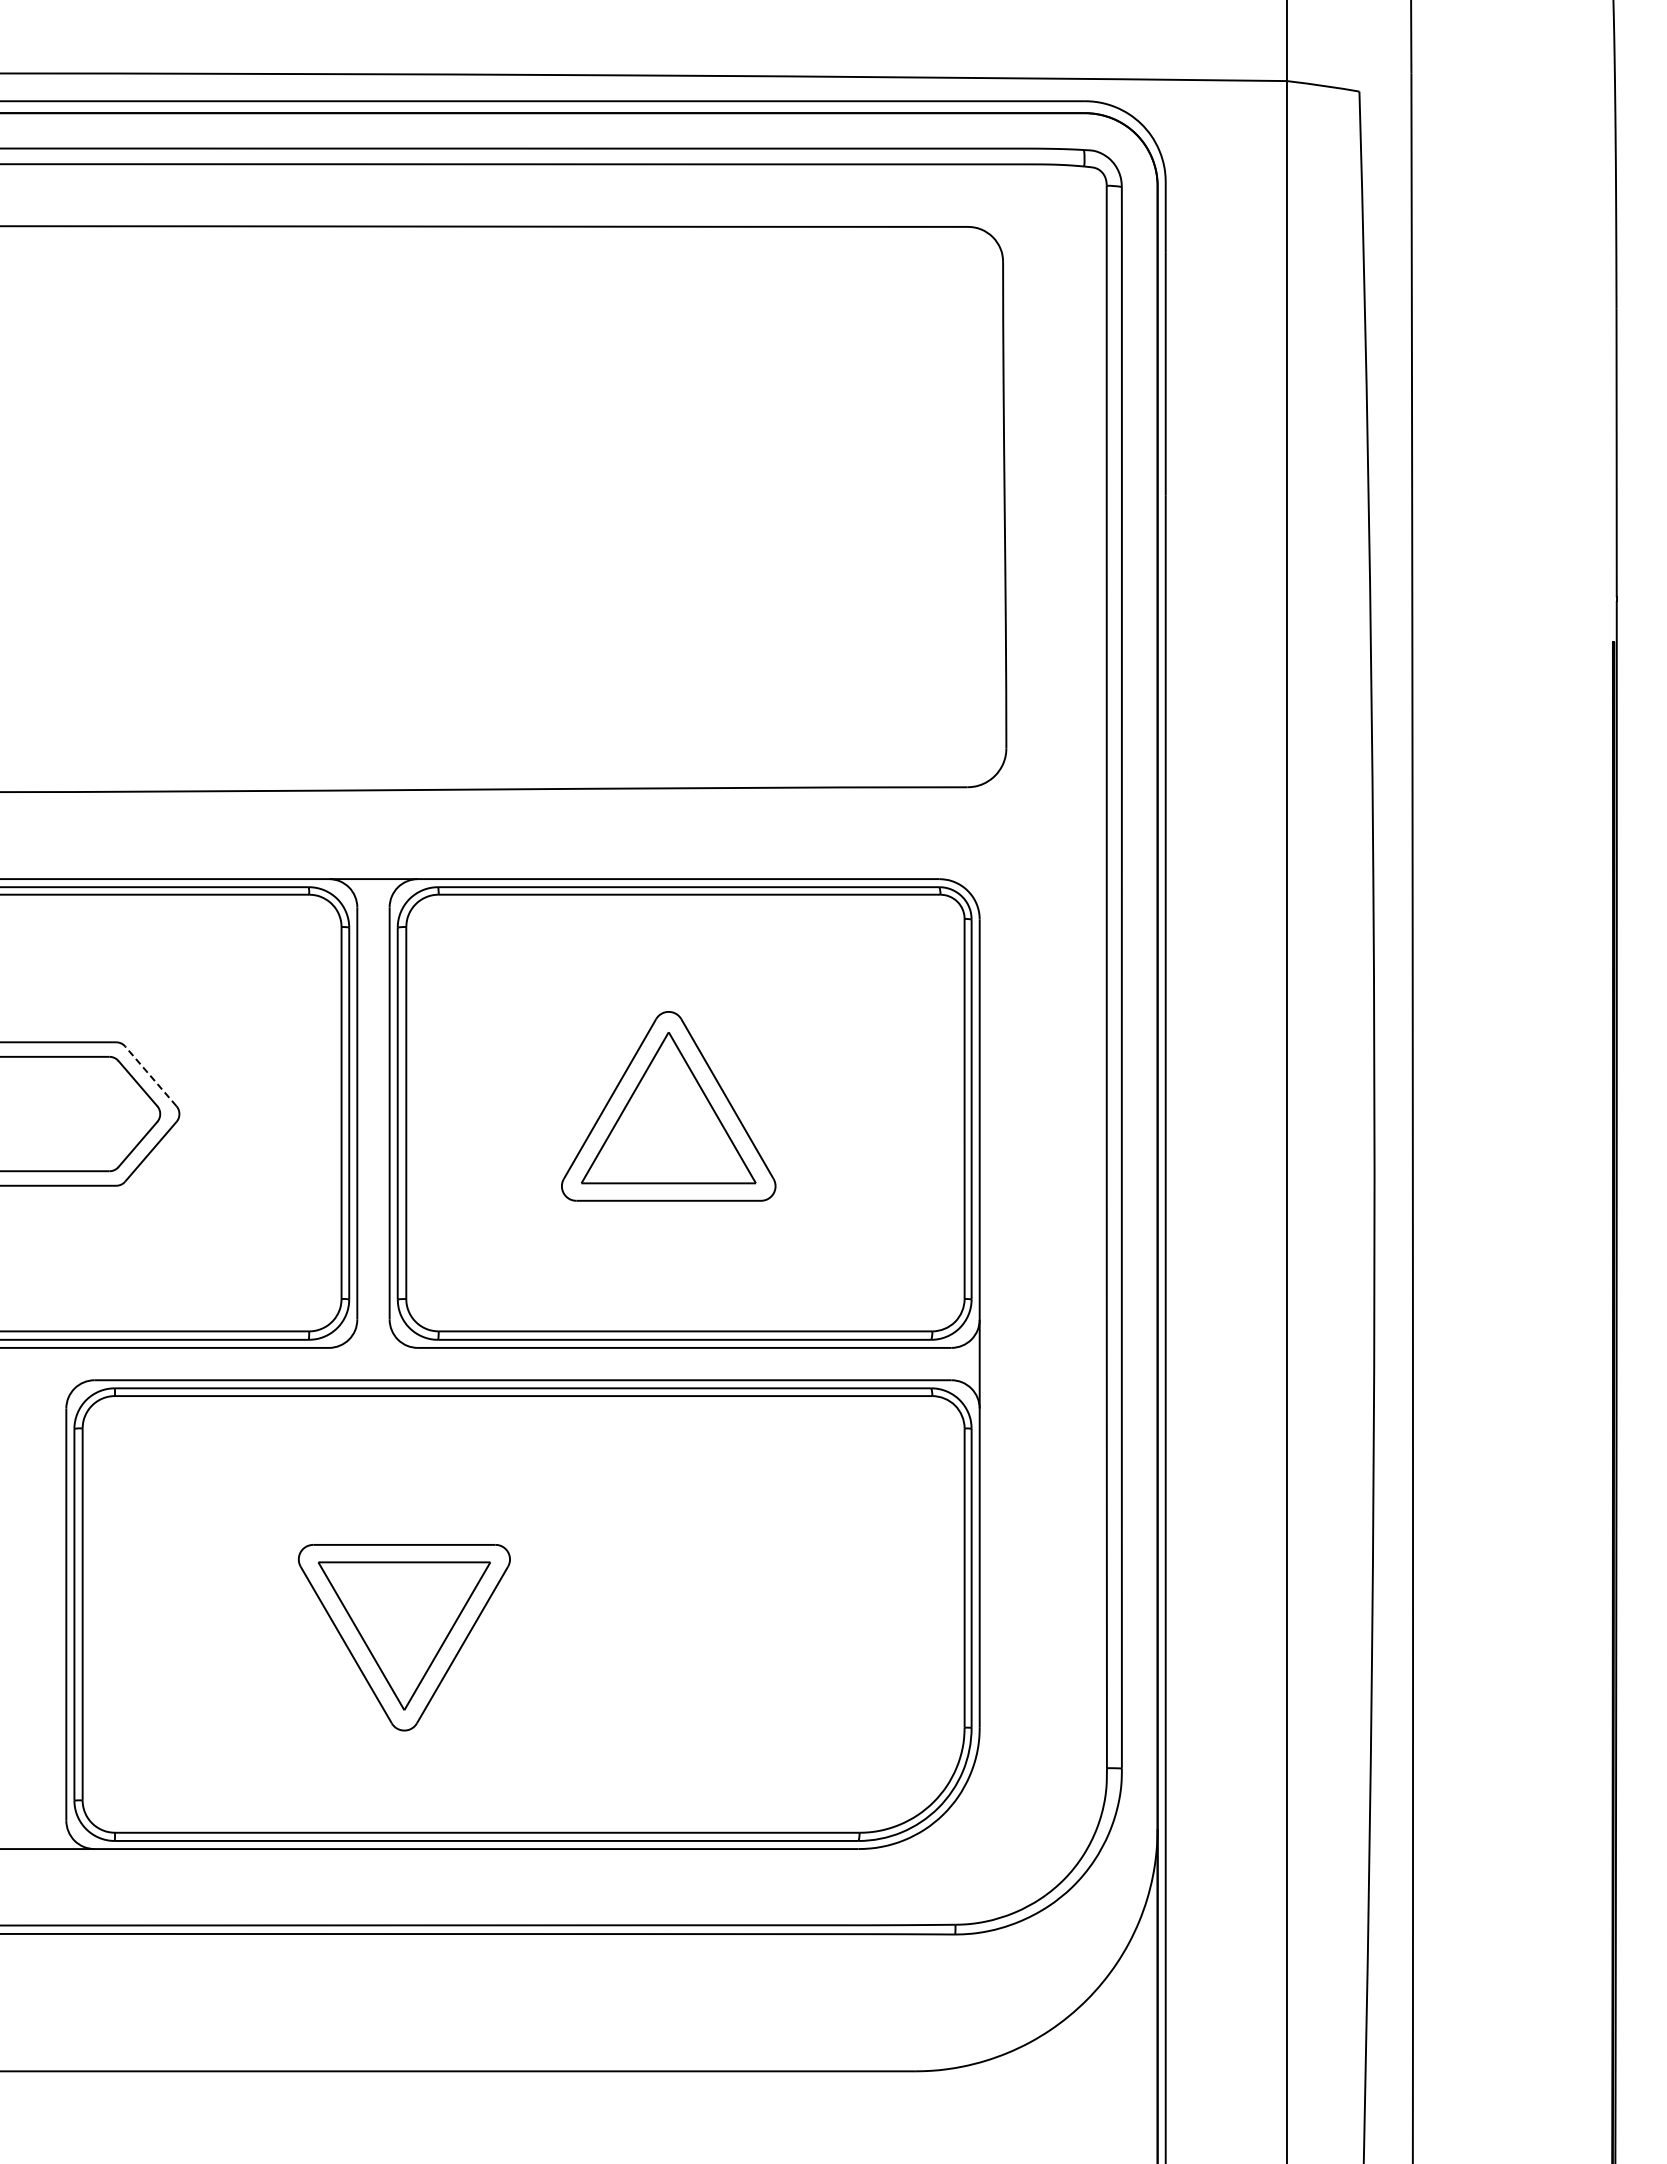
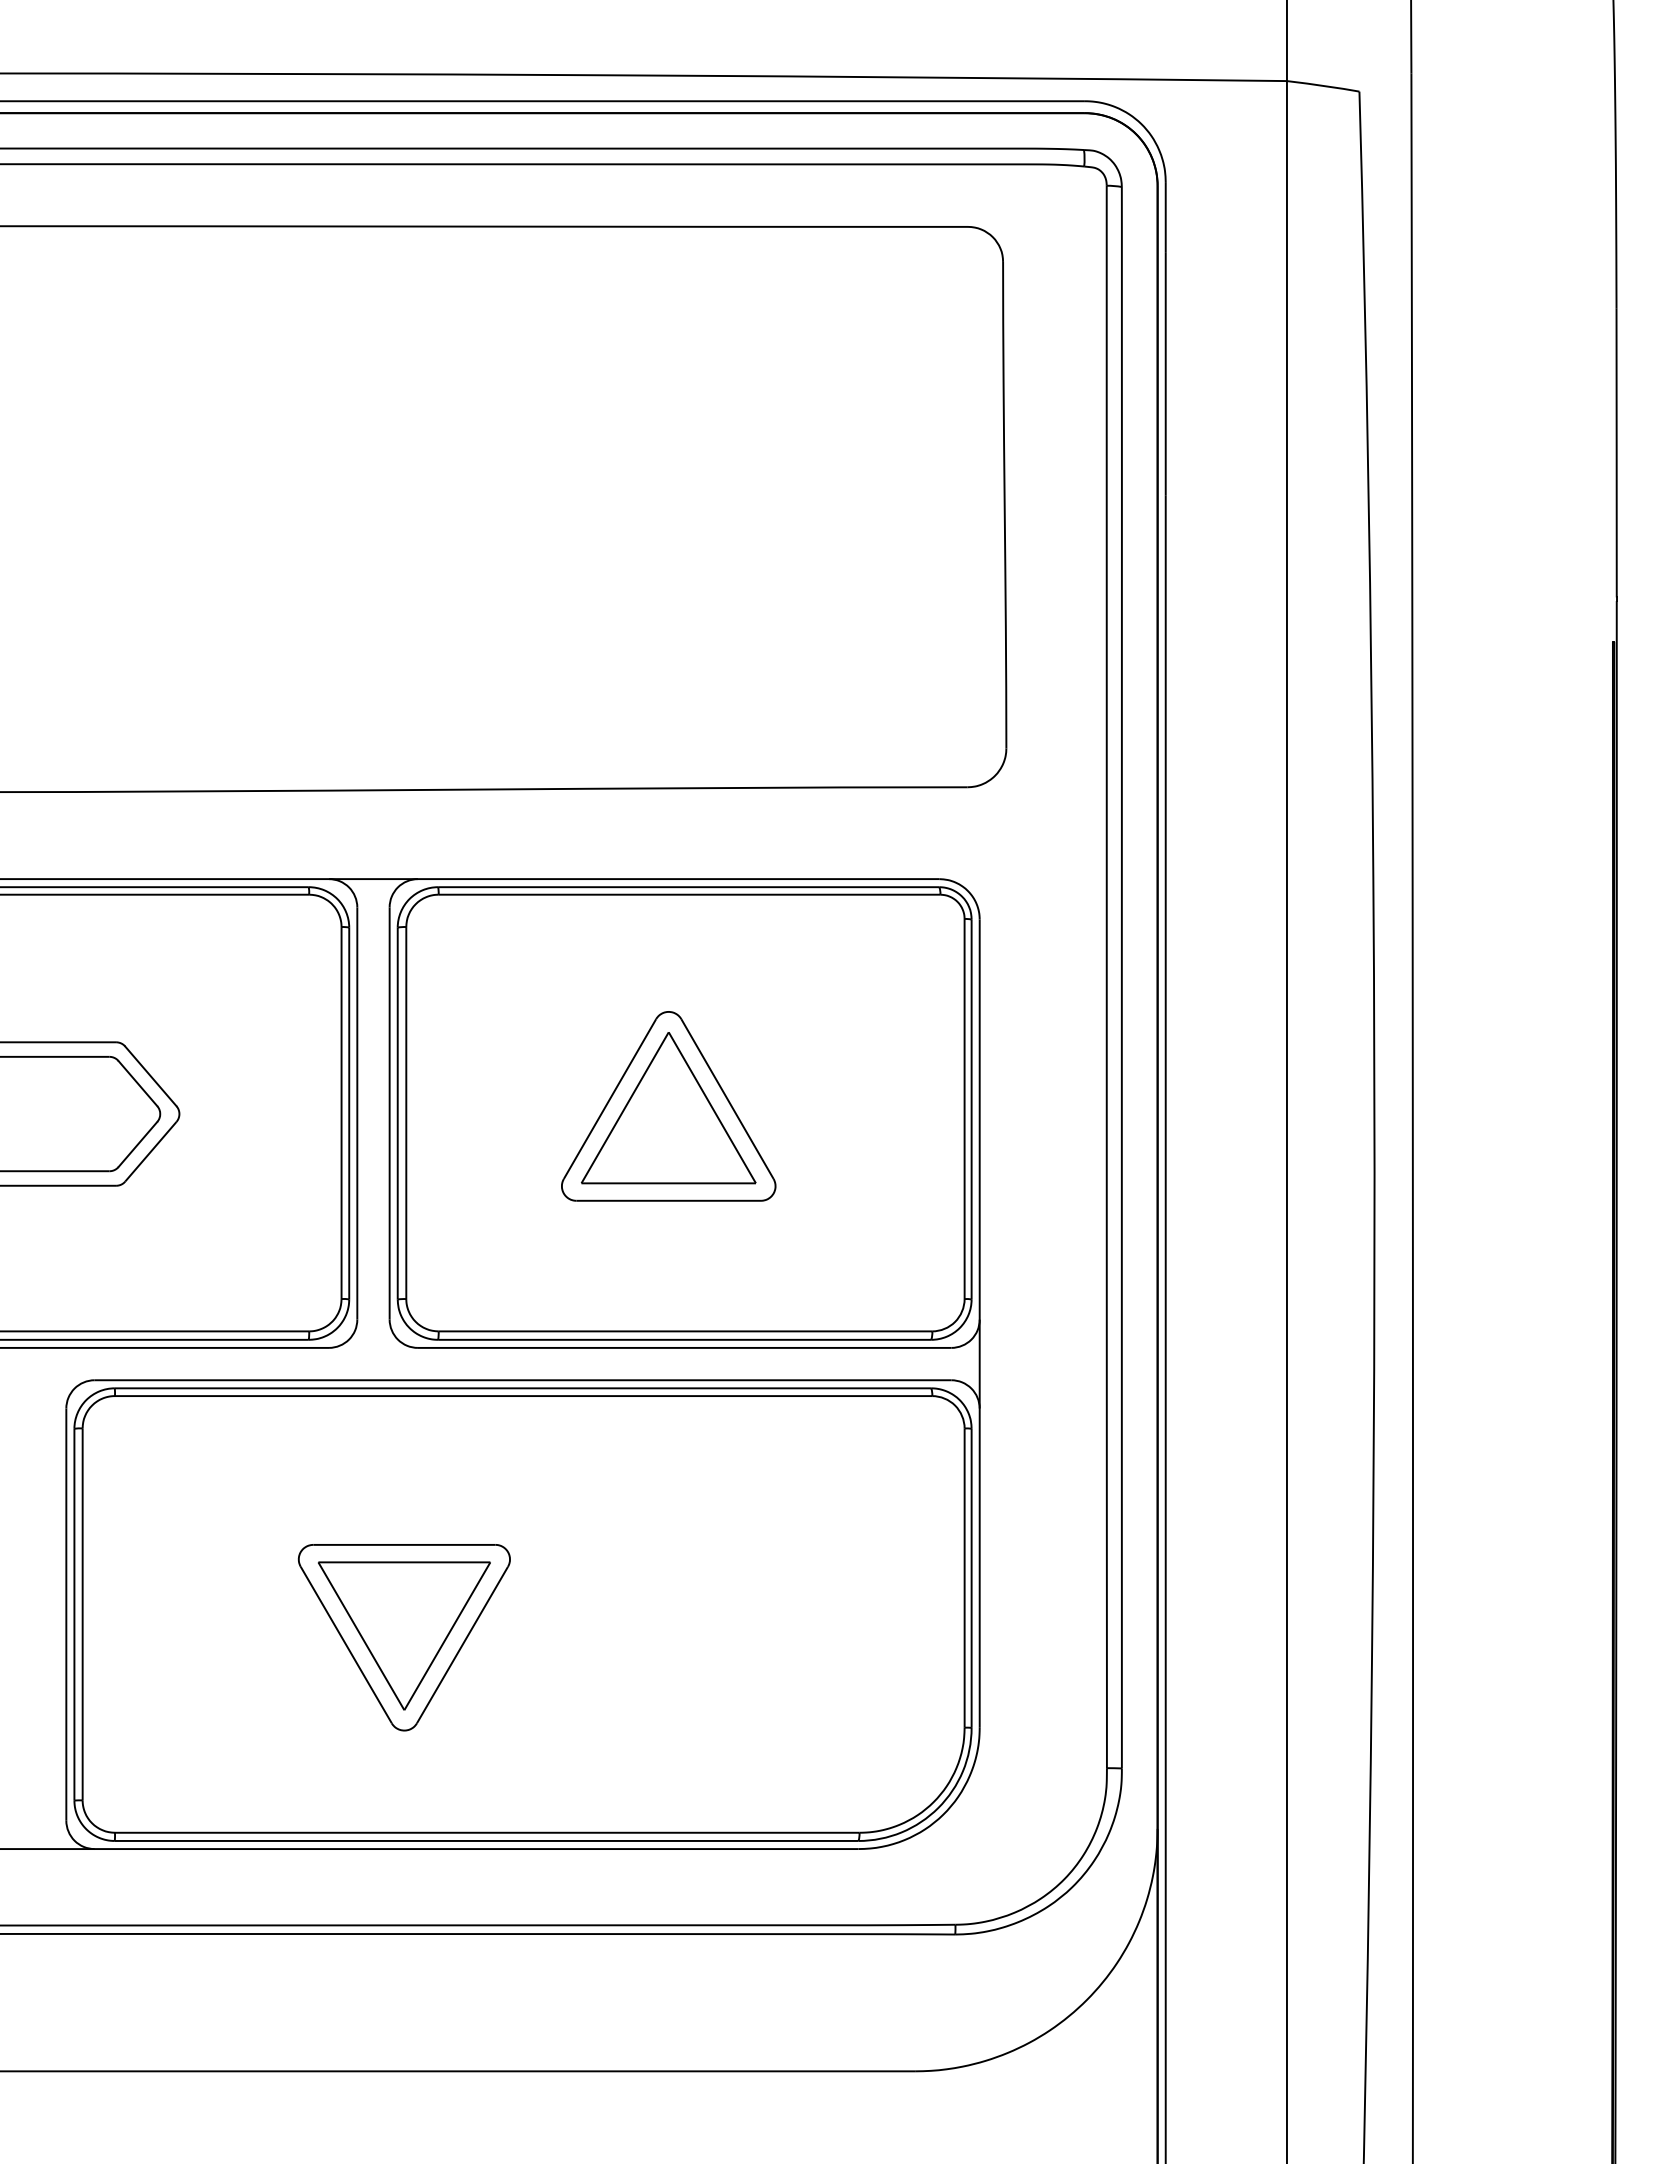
line at (150, 1075): dashed -> solid
